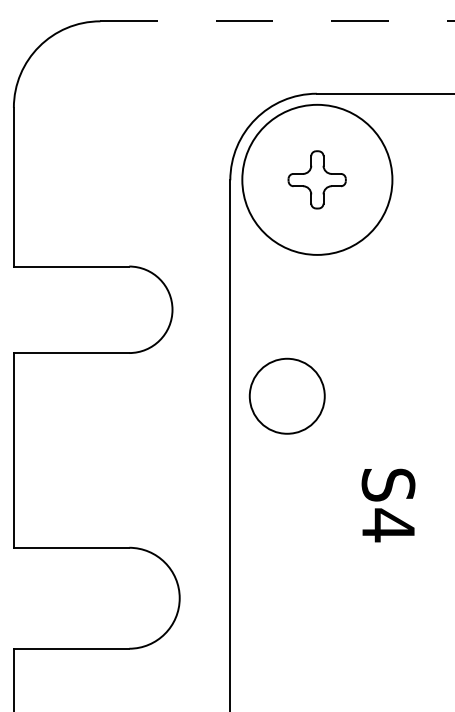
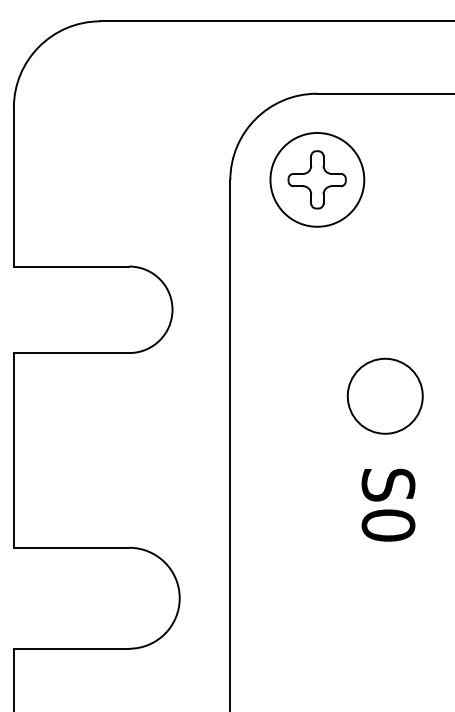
line at (277, 21): dashed -> solid
circle at (317, 179) diameter: 150 px -> 94 px
circle at (286, 395) position: (286, 395) -> (384, 395)
text at (388, 525): S4 -> S0
